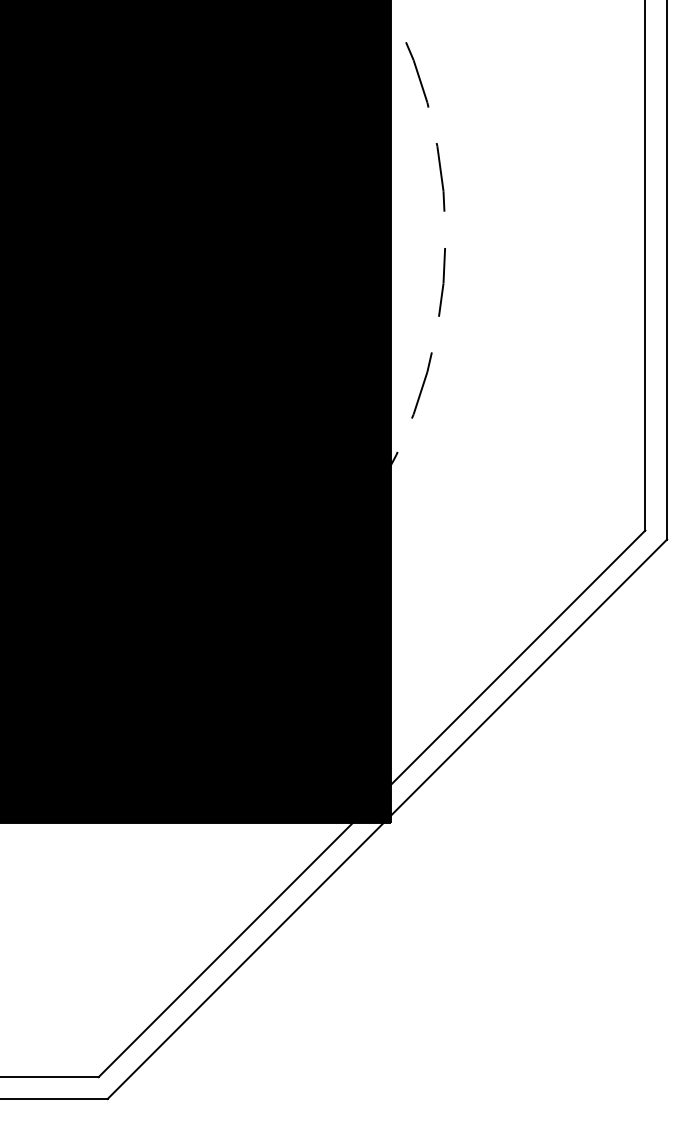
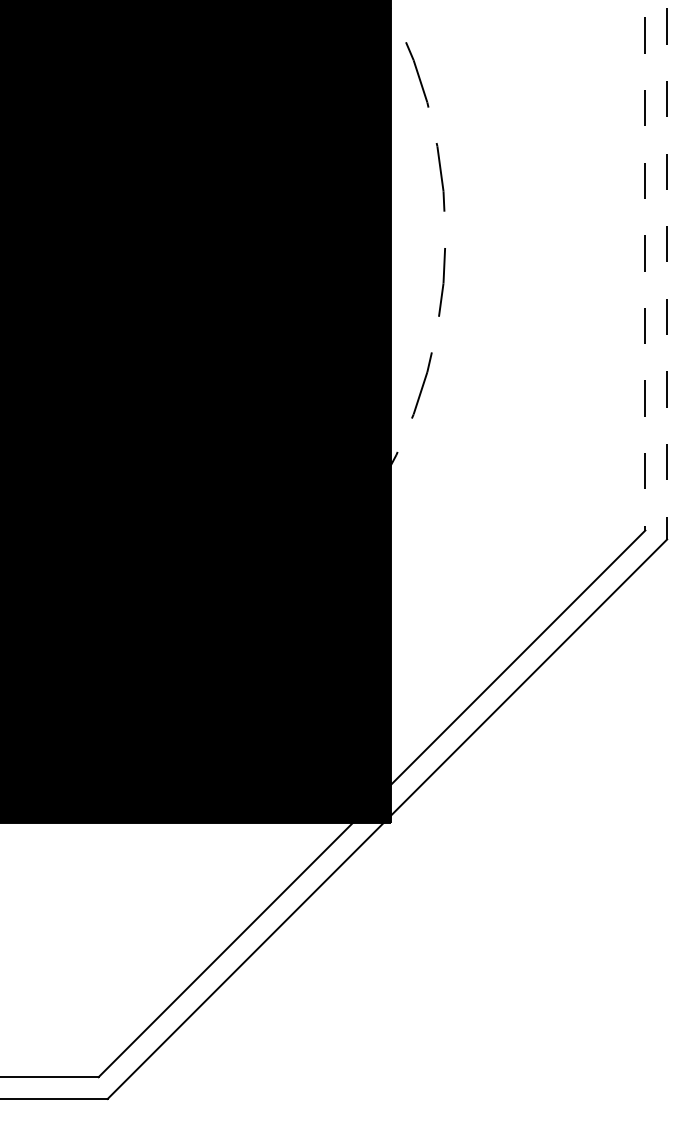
line at (645, 265): solid -> dashed
line at (667, 270): solid -> dashed
